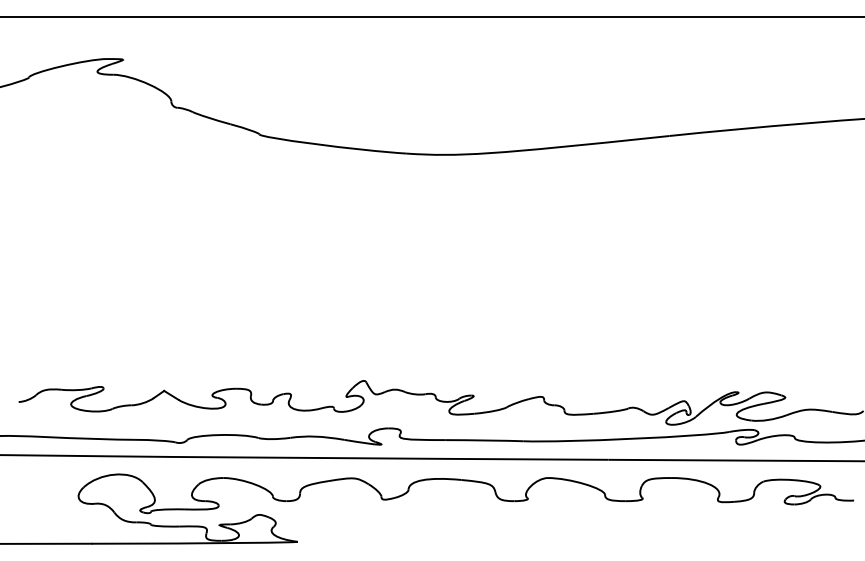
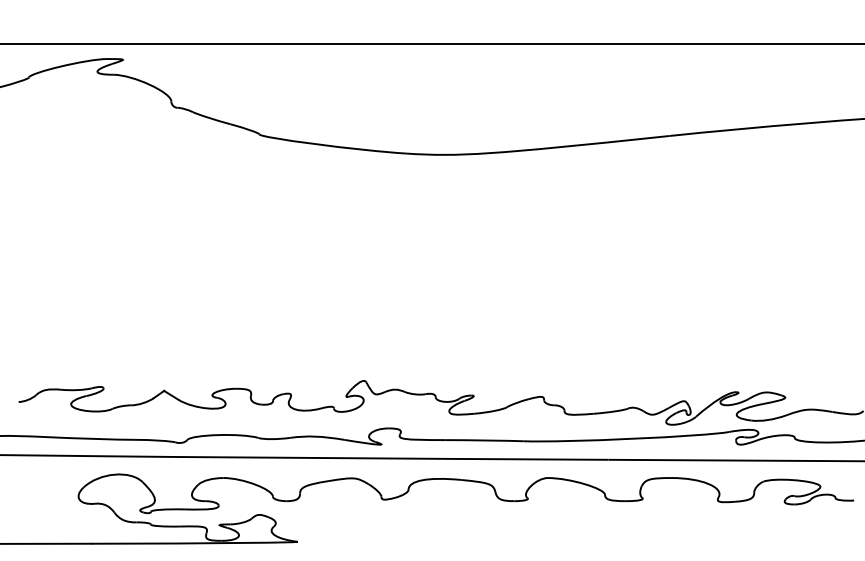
line at (431, 16) position: (431, 16) -> (431, 43)
